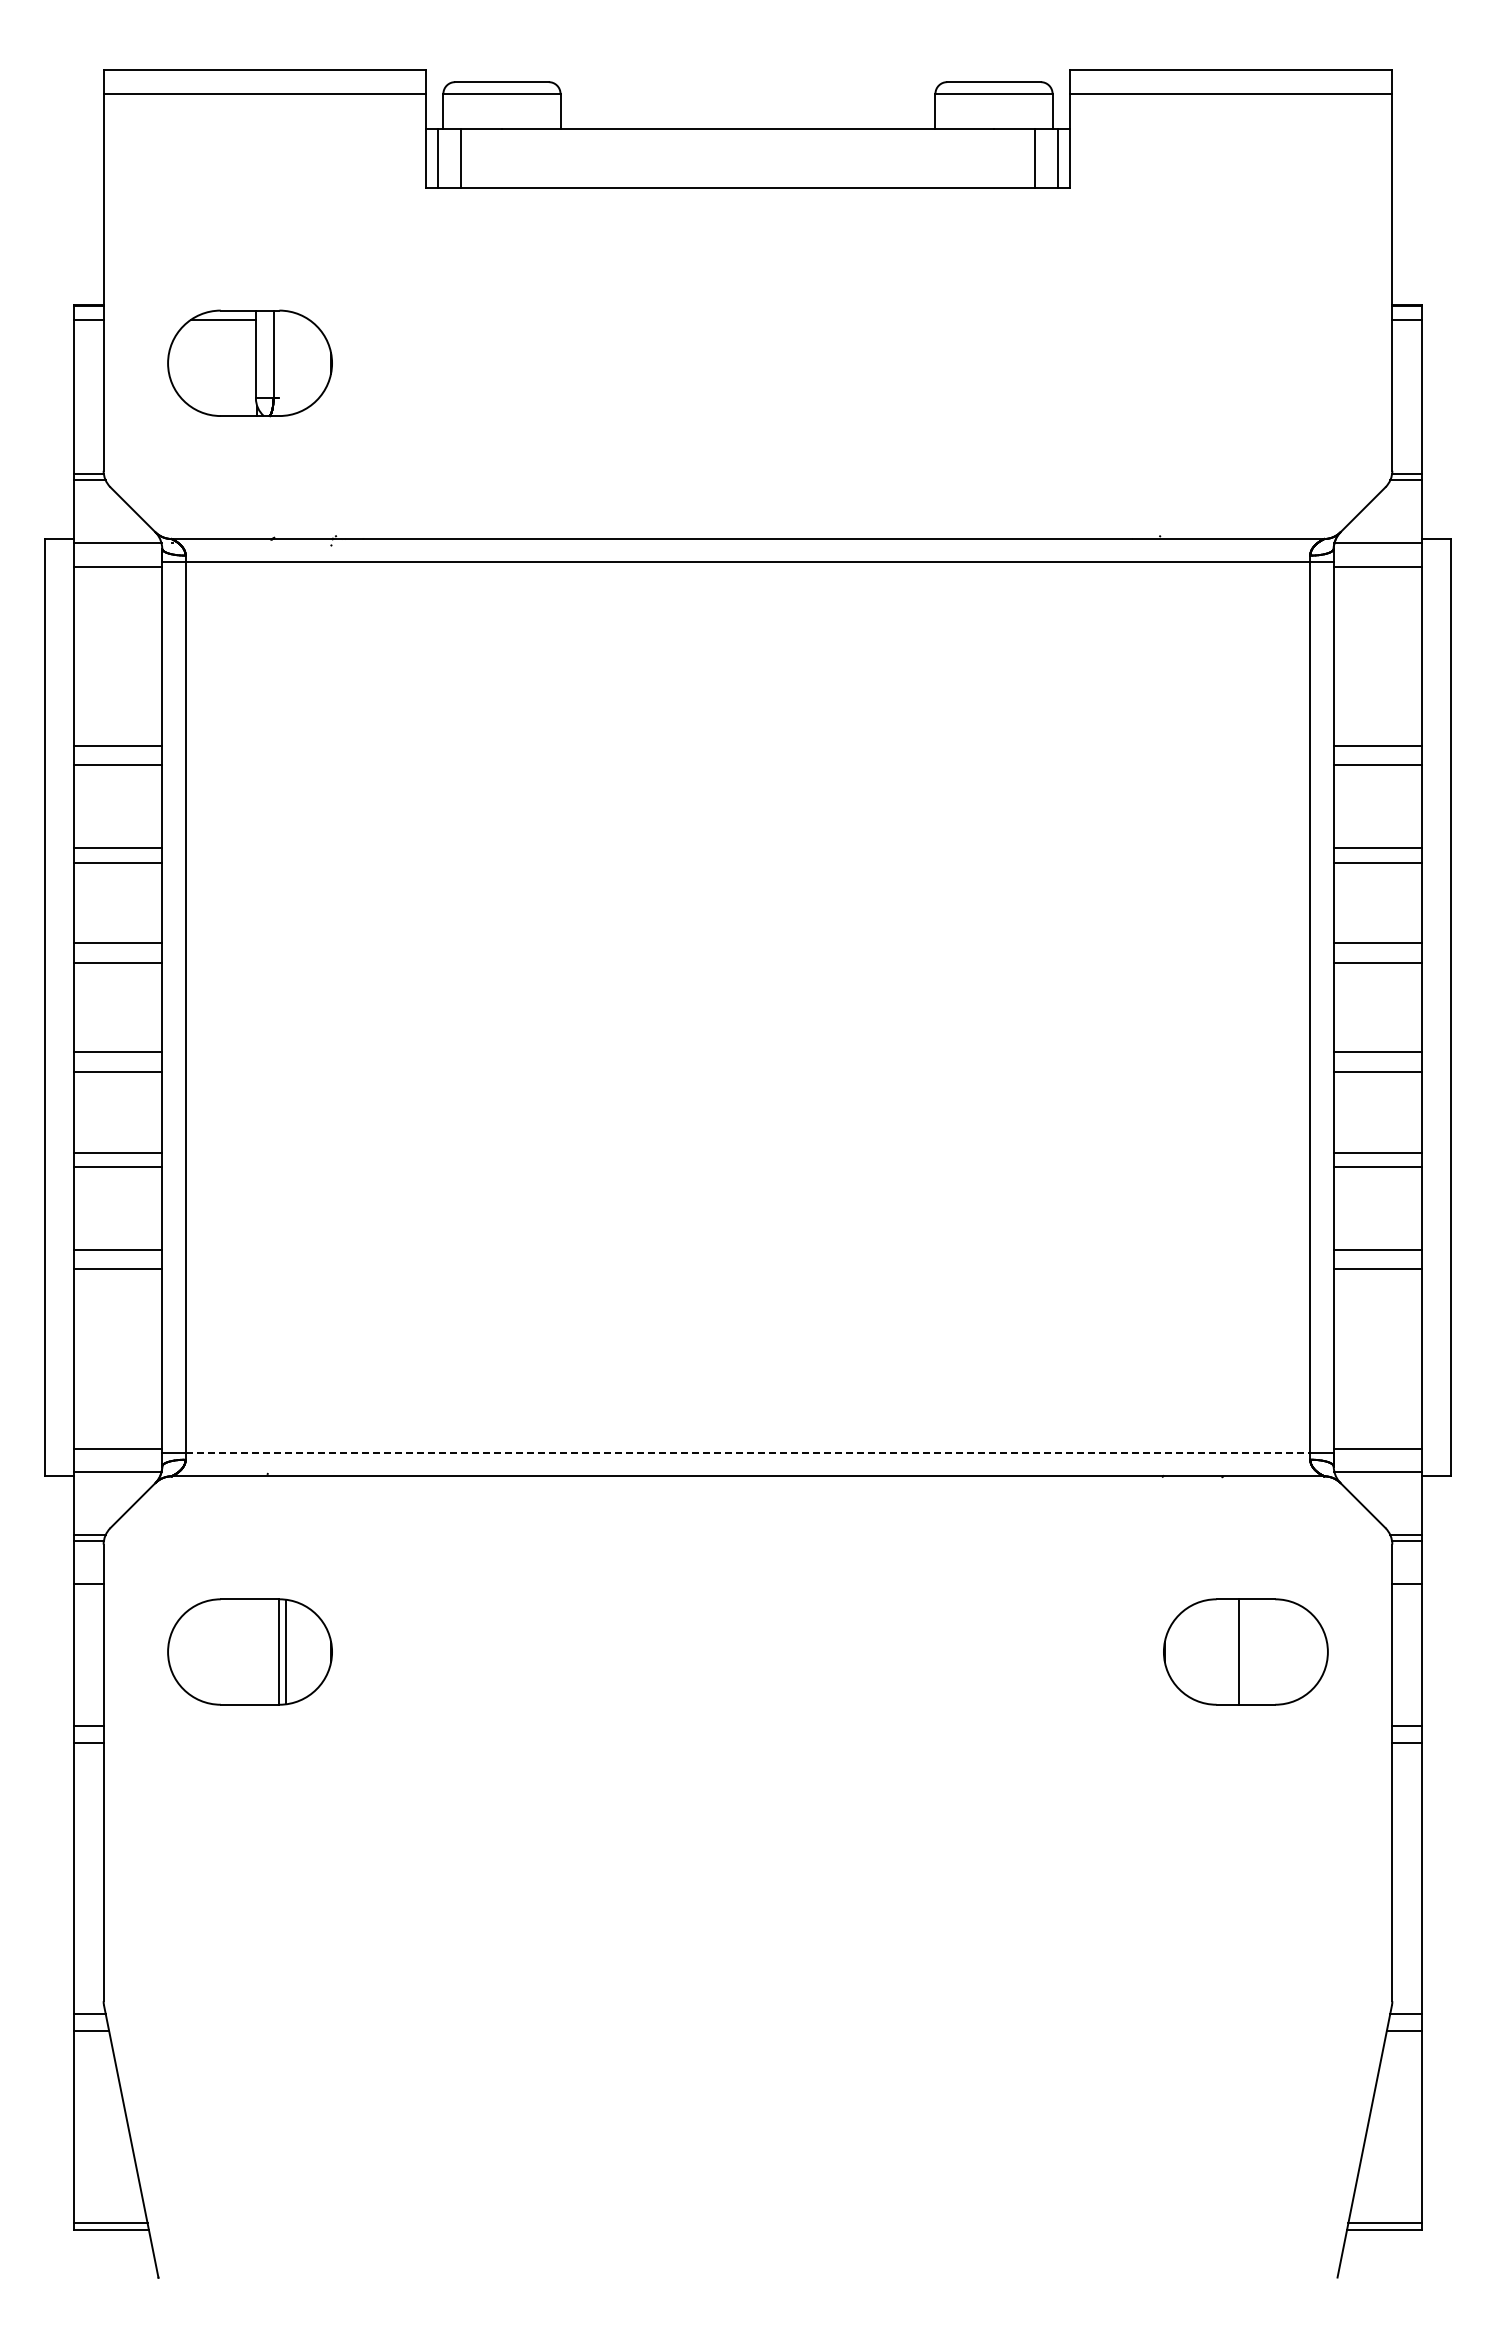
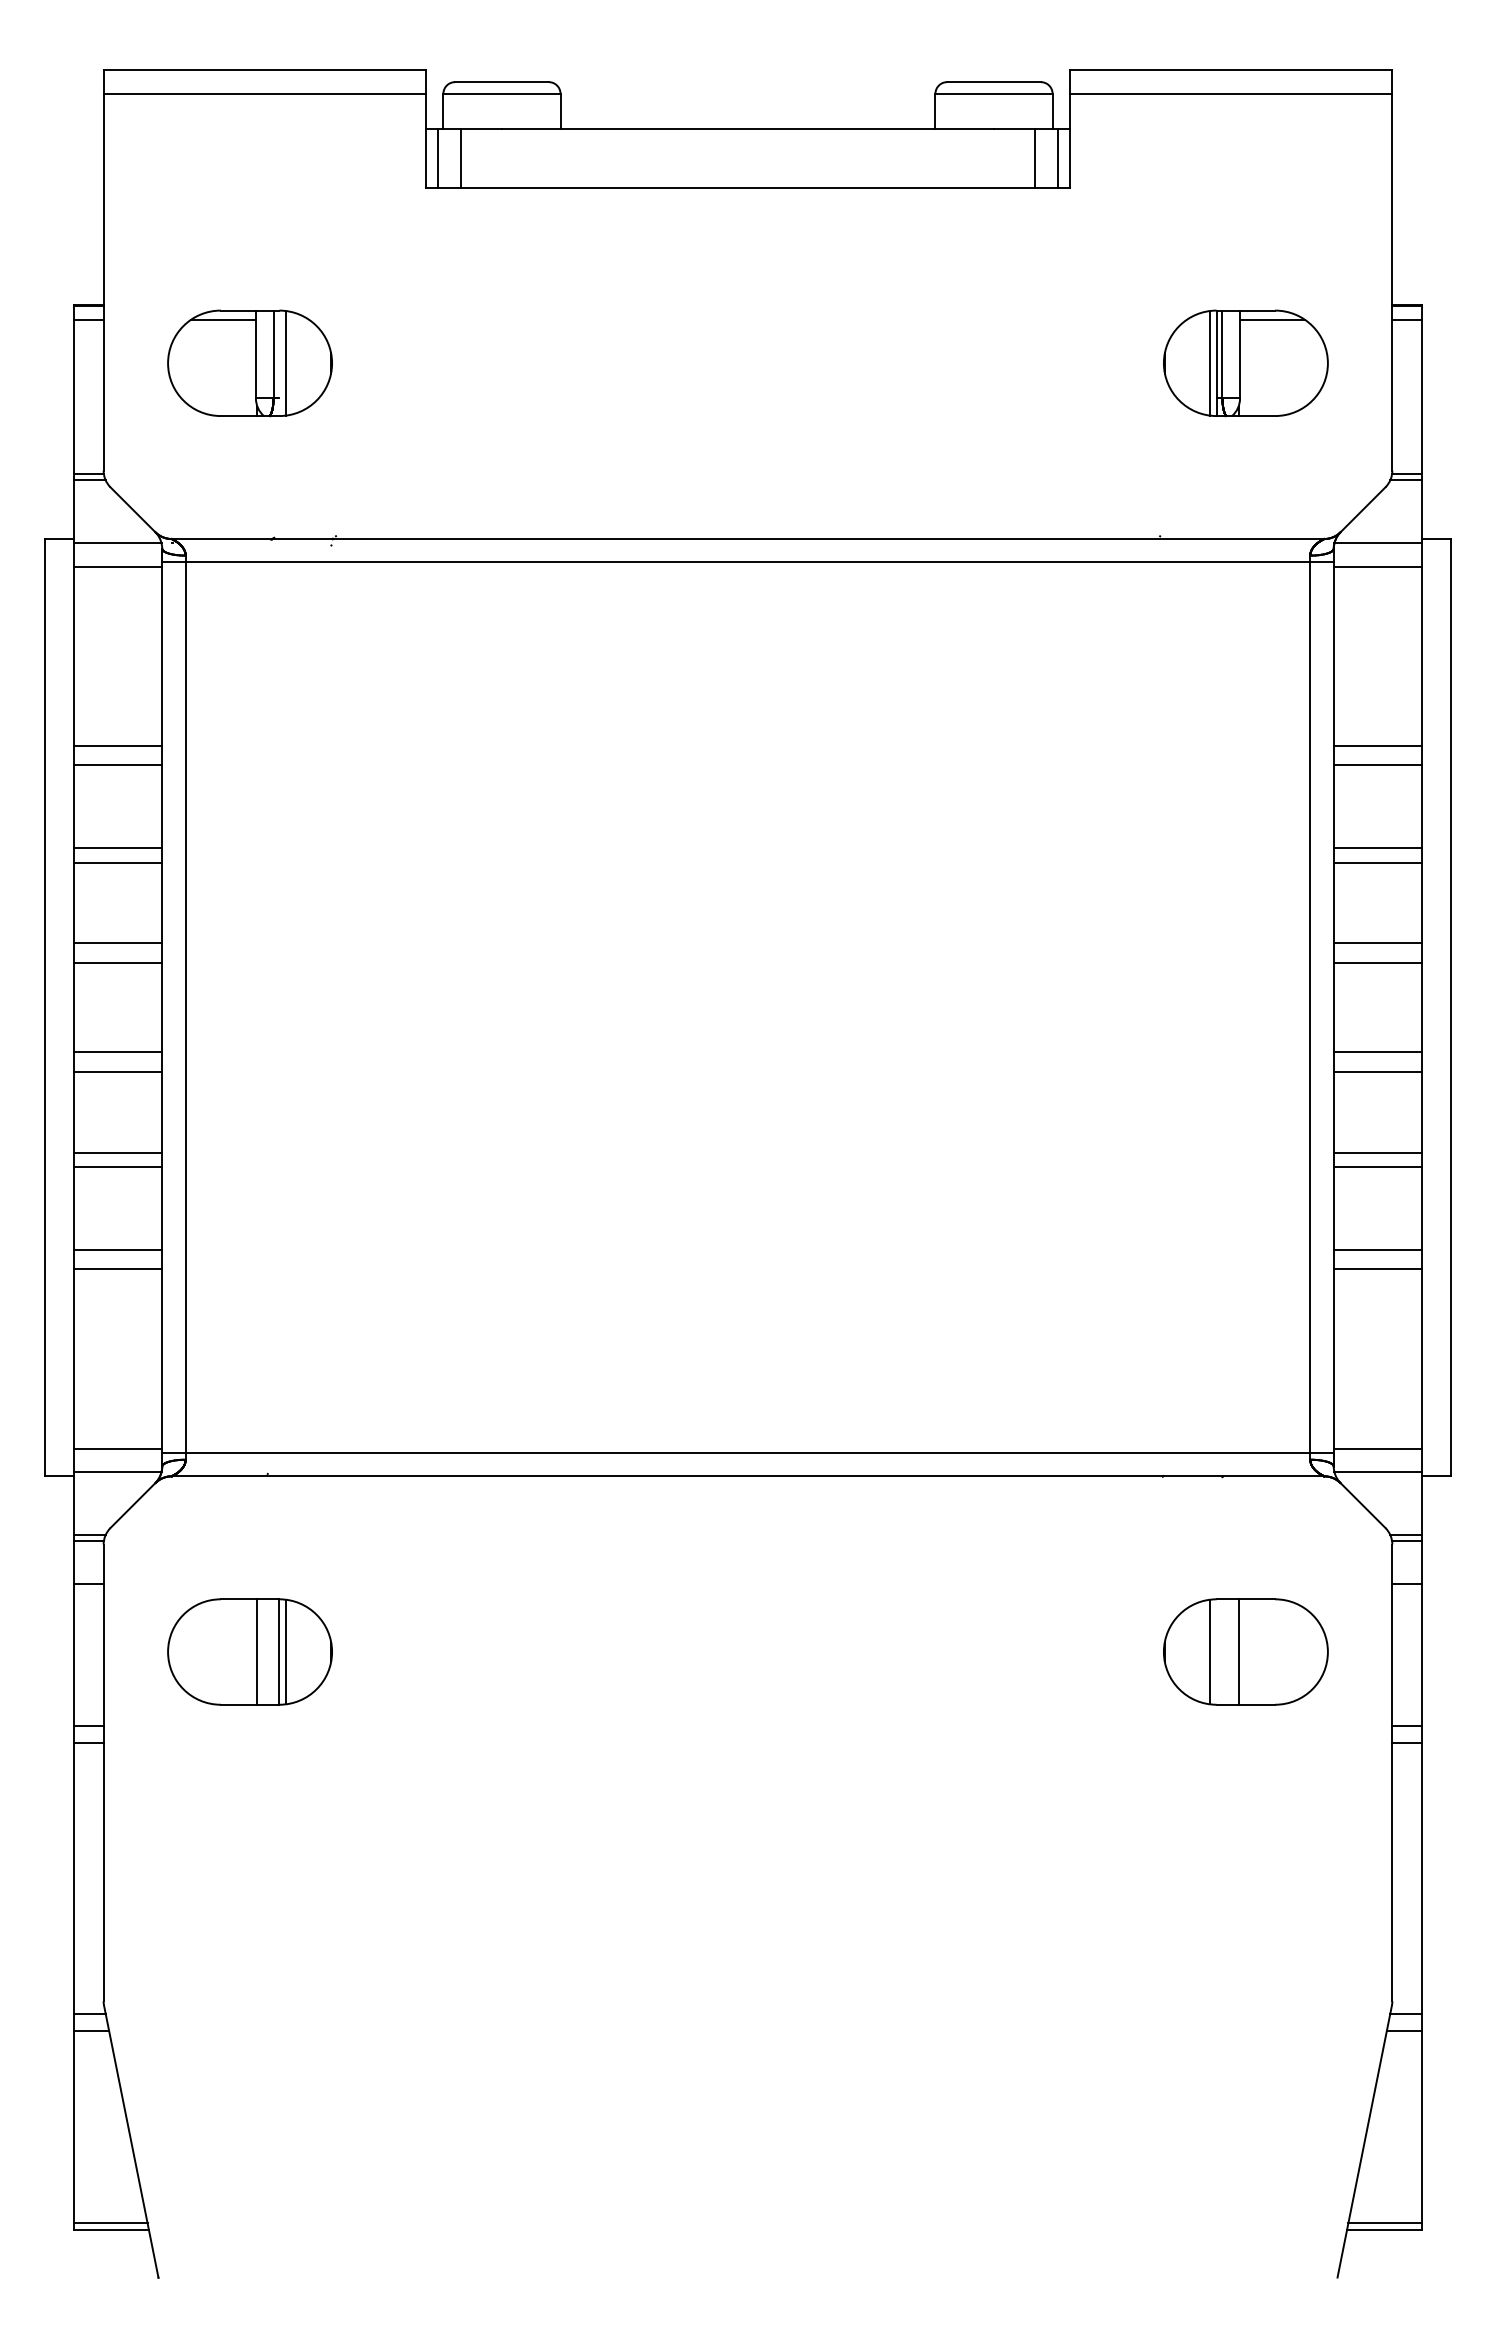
line at (286, 363): none -> present
part at (1245, 363): none -> present
line at (748, 1452): dashed -> solid
line at (257, 1651): none -> present
line at (1209, 1651): none -> present
